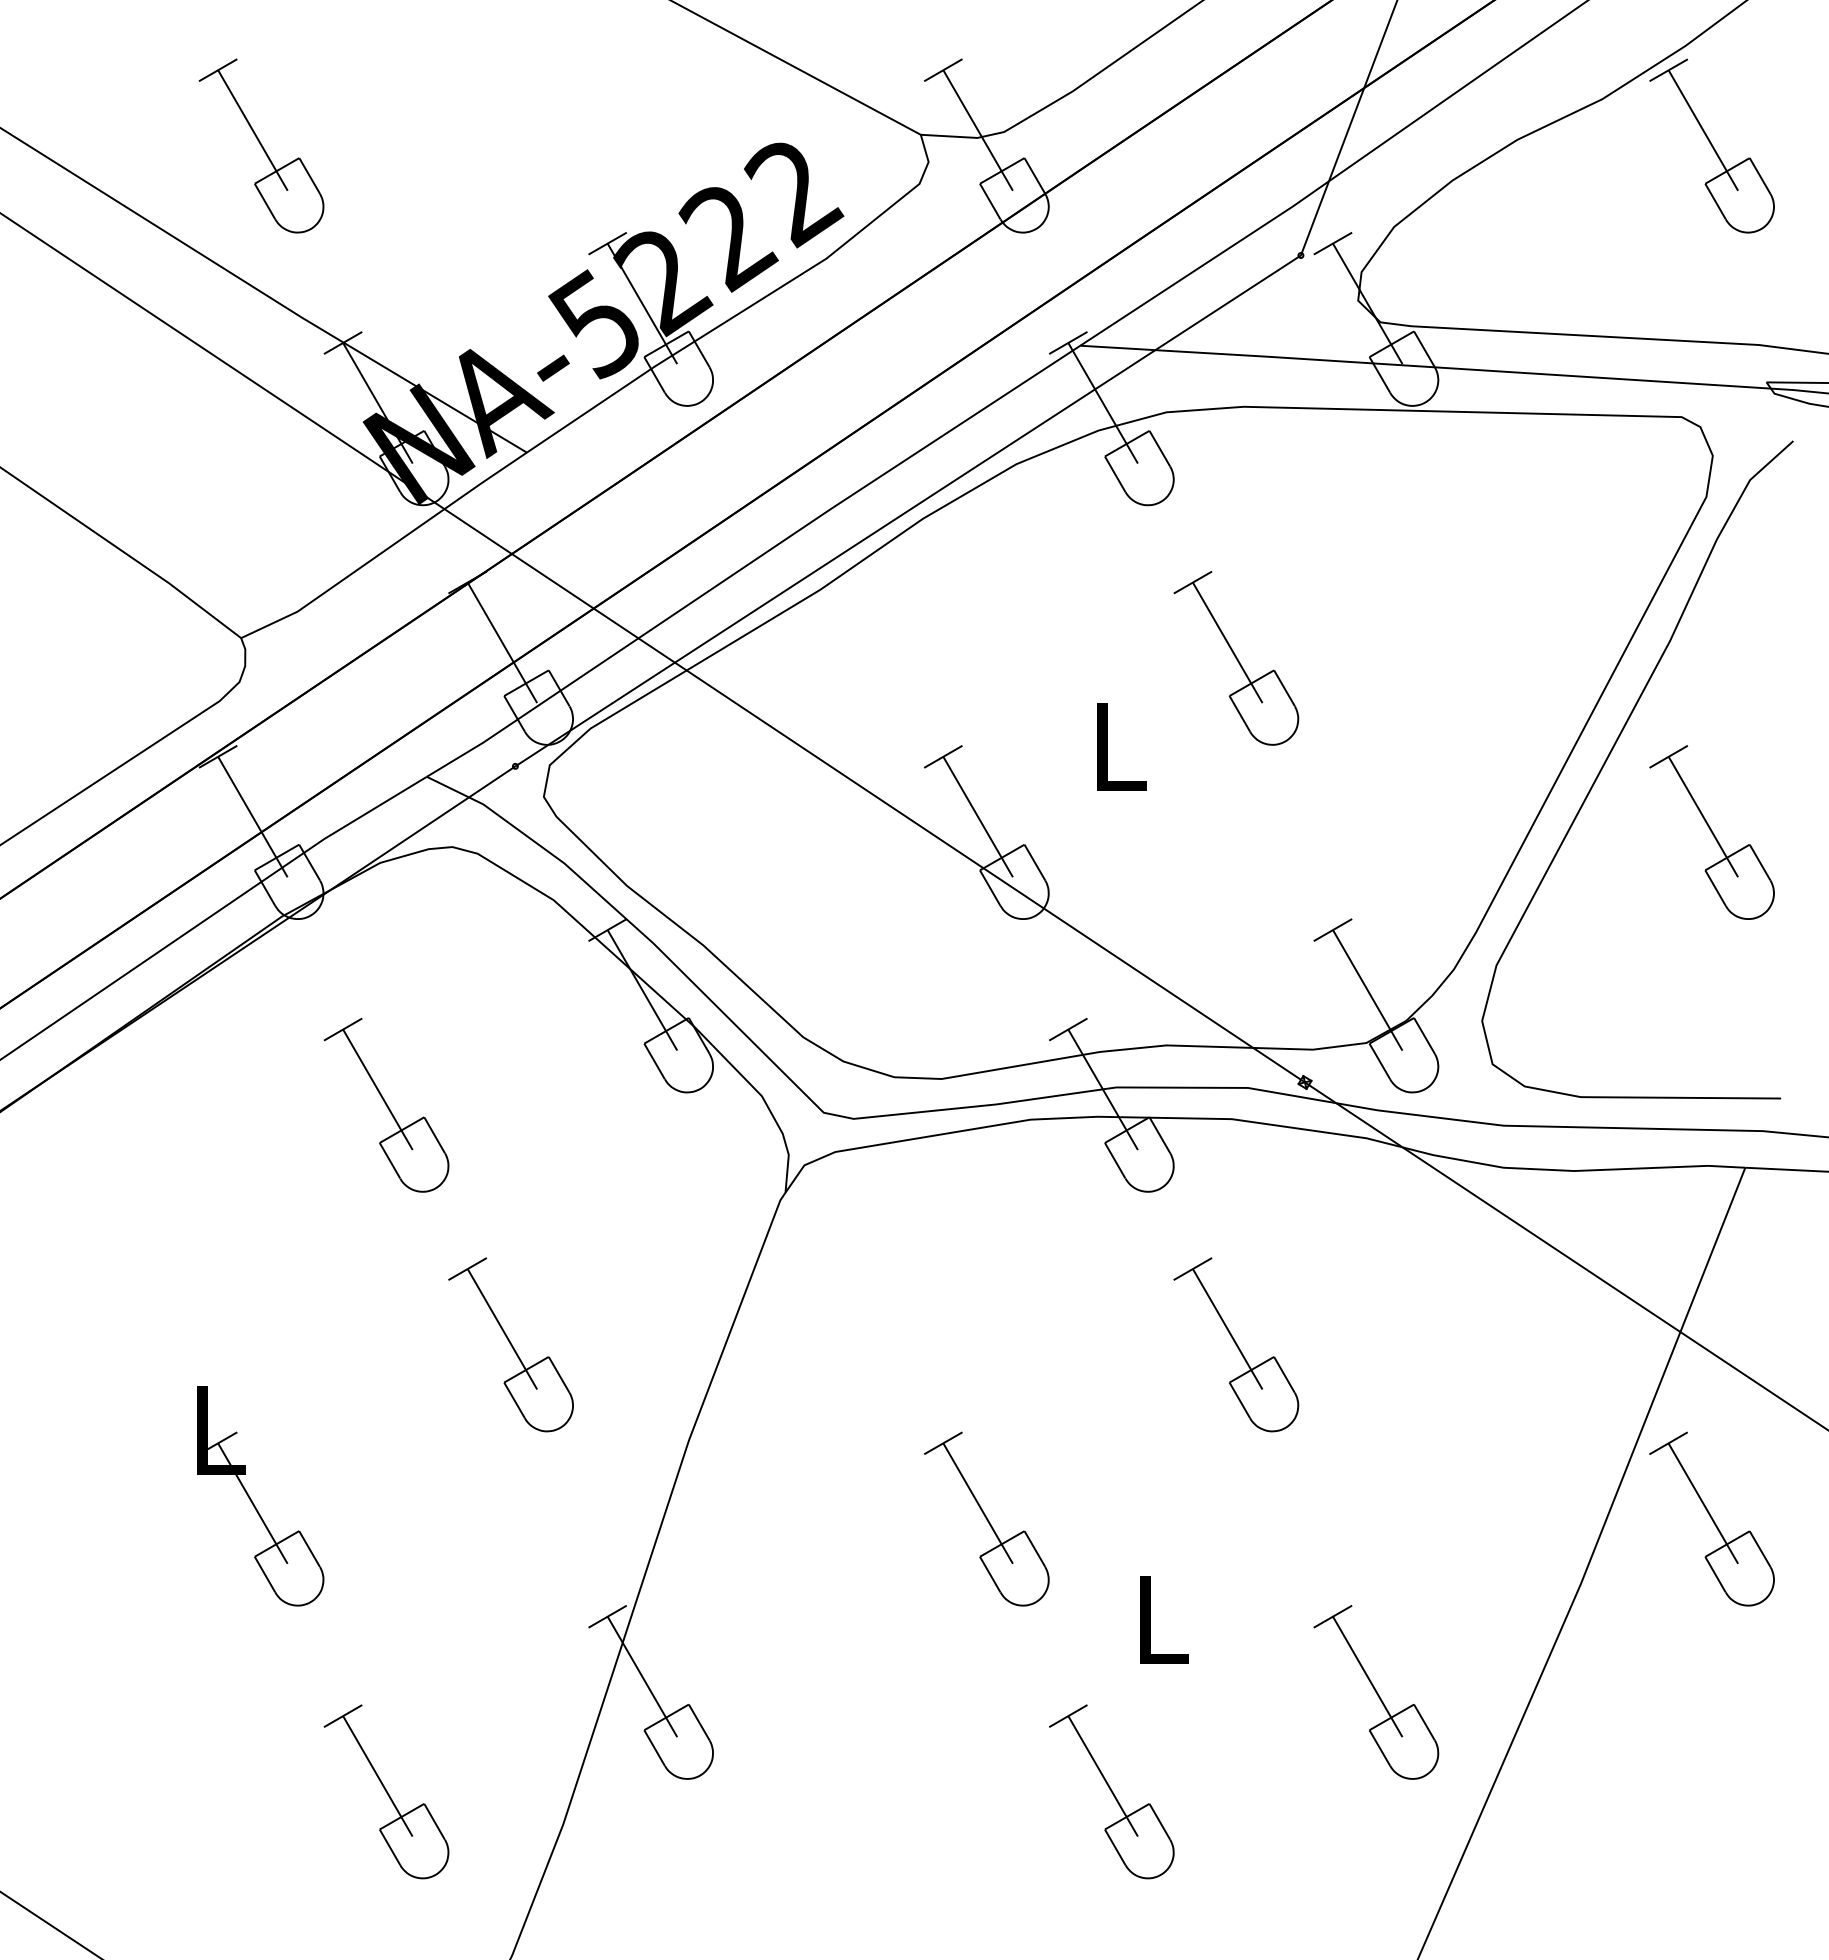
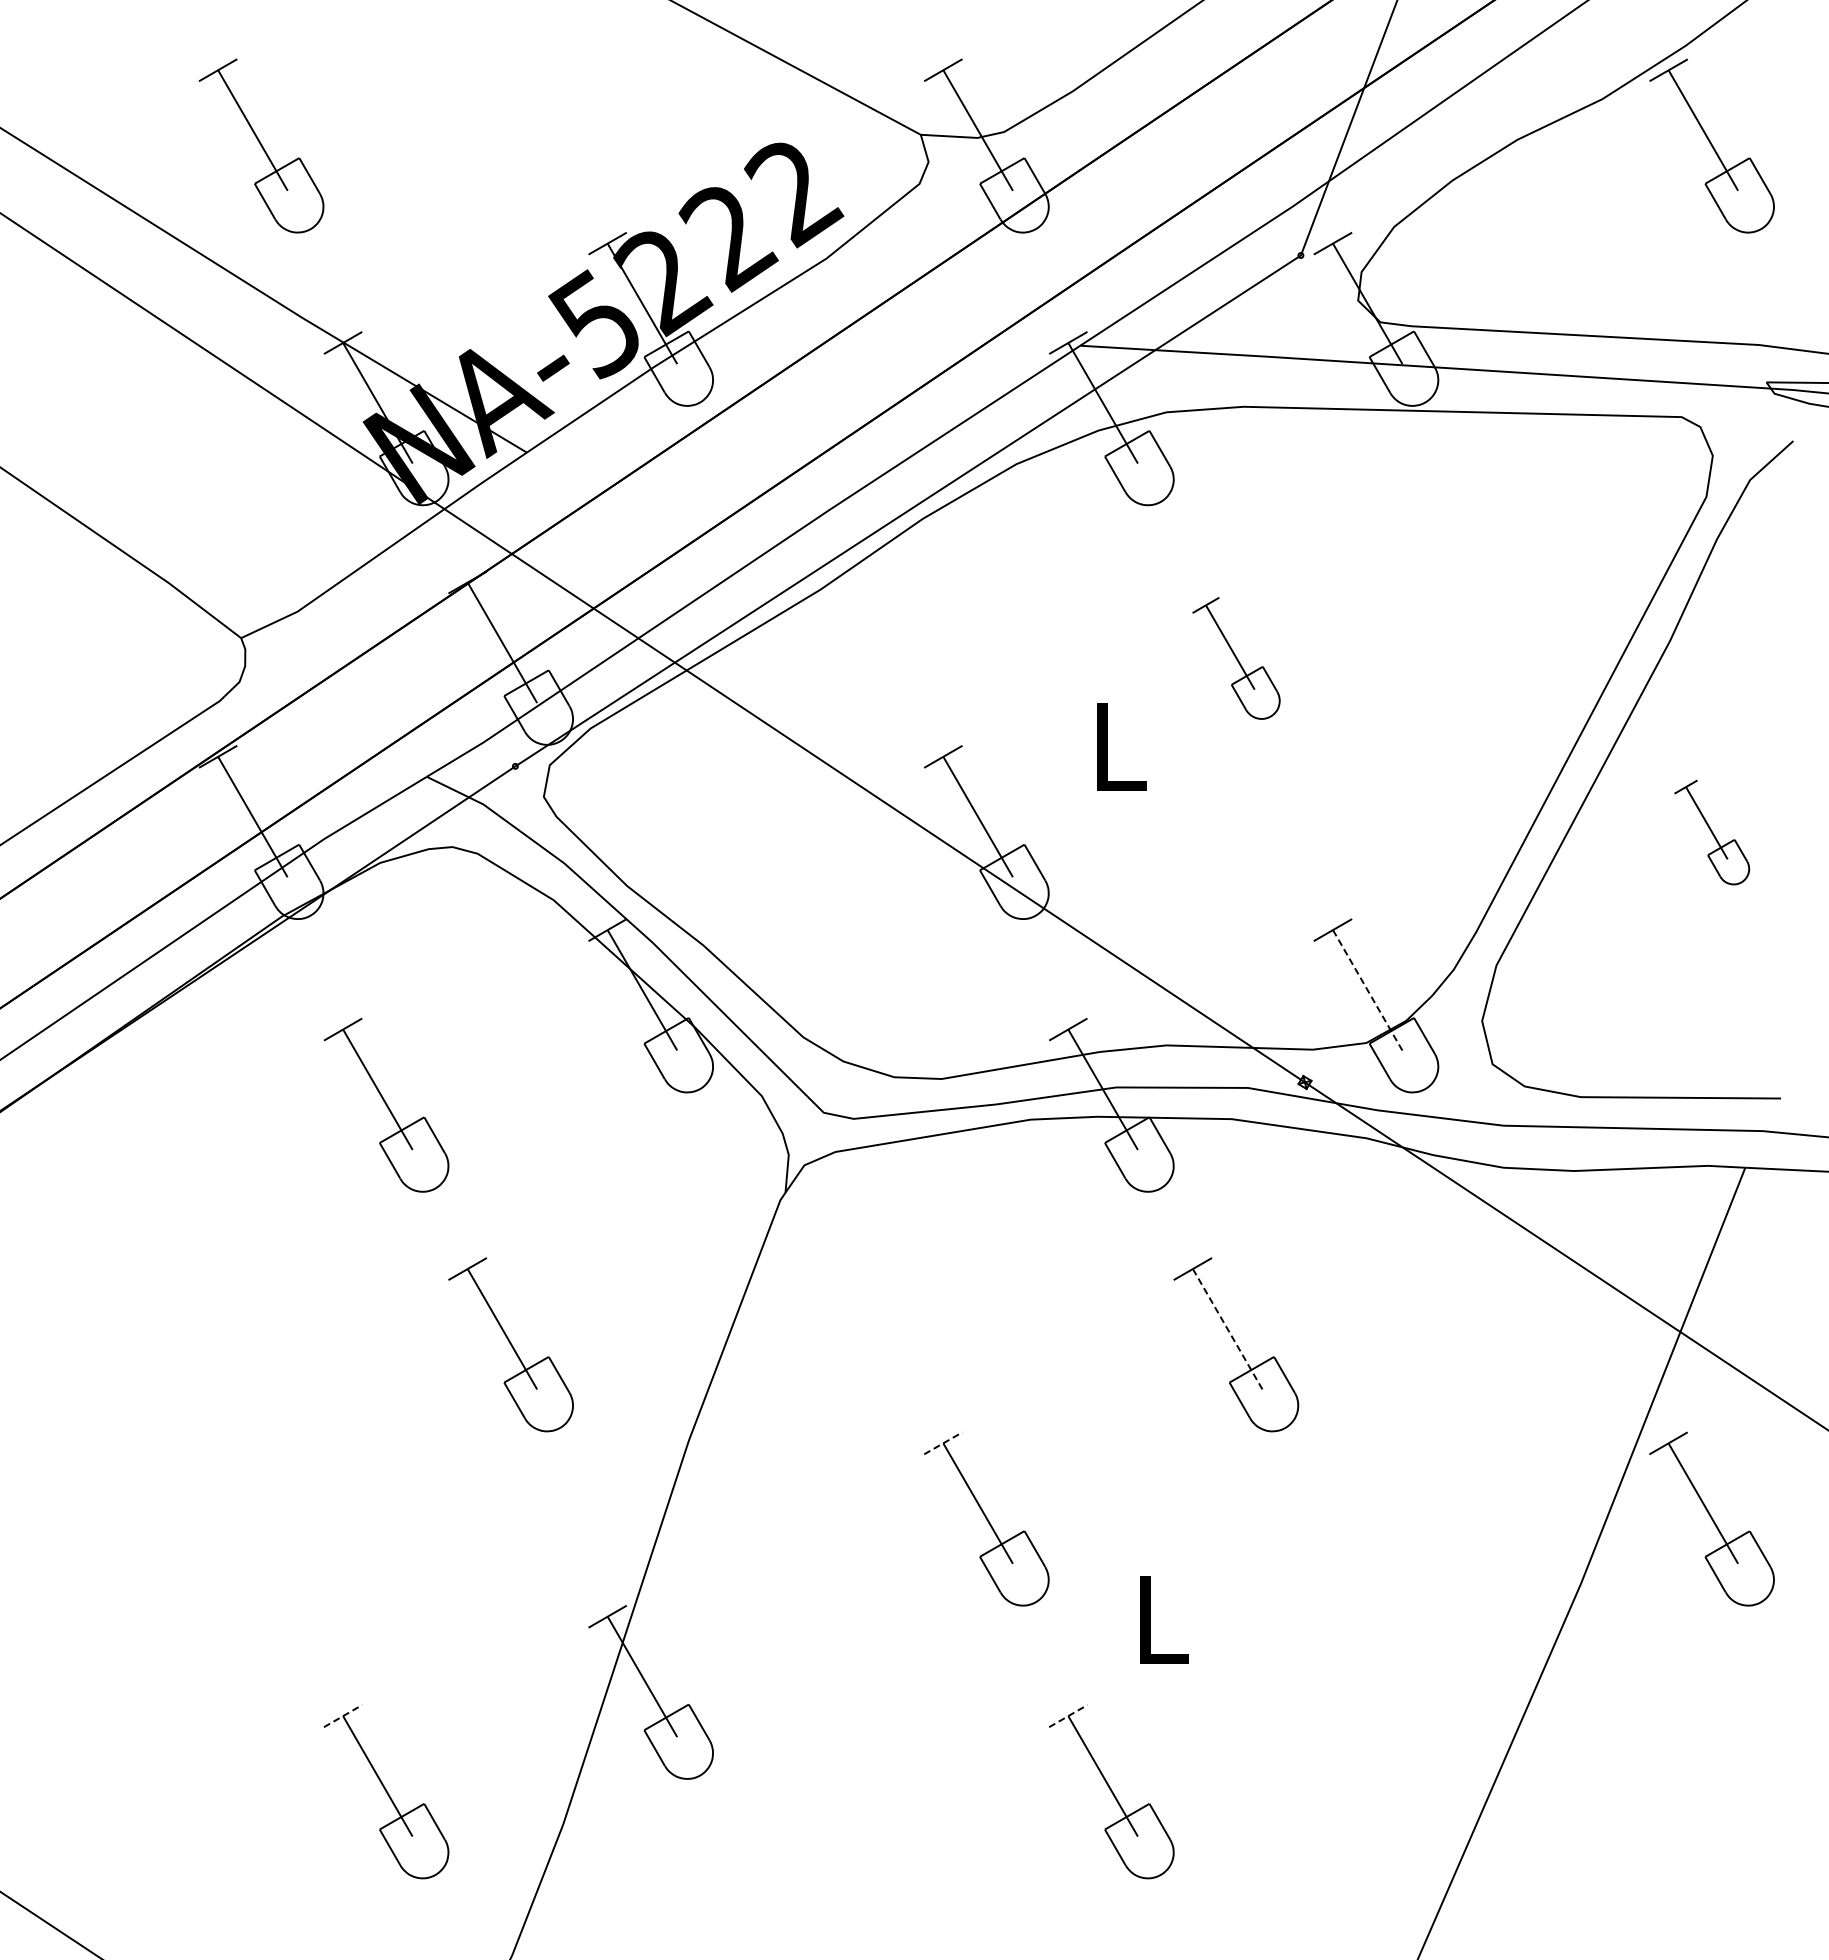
part at (1236, 658) size: 127x175 px -> 89x123 px
part at (1711, 832) size: 126x175 px -> 77x107 px
line at (1367, 990): solid -> dashed
line at (1227, 1329): solid -> dashed
line at (943, 1443): solid -> dashed
part at (252, 1500): present -> none
part at (1376, 1692): present -> none
line at (343, 1715): solid -> dashed
line at (1068, 1715): solid -> dashed
